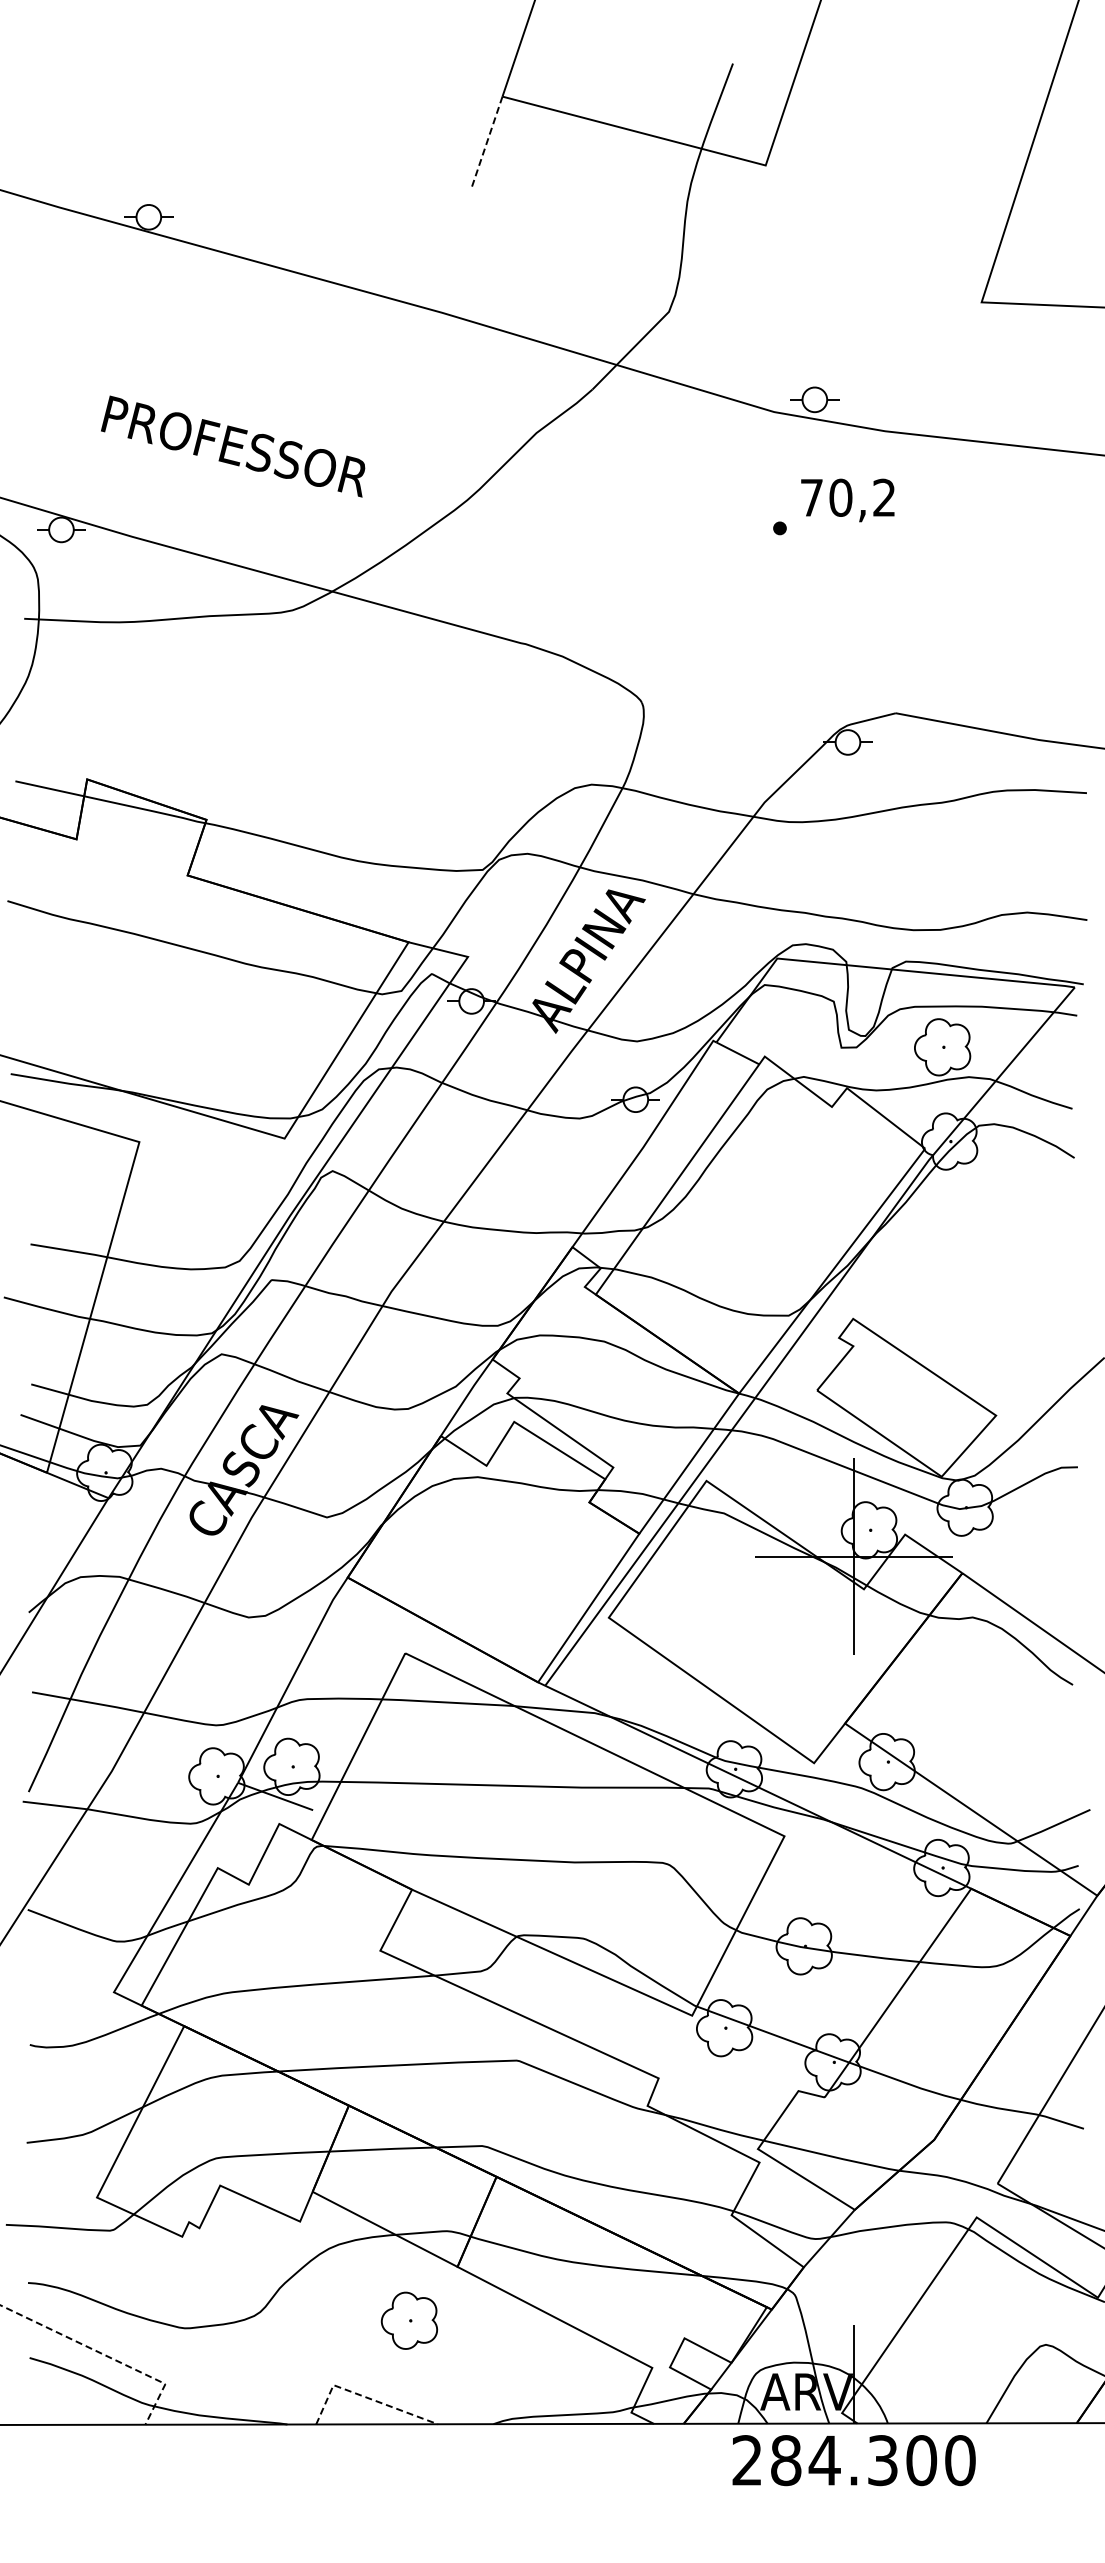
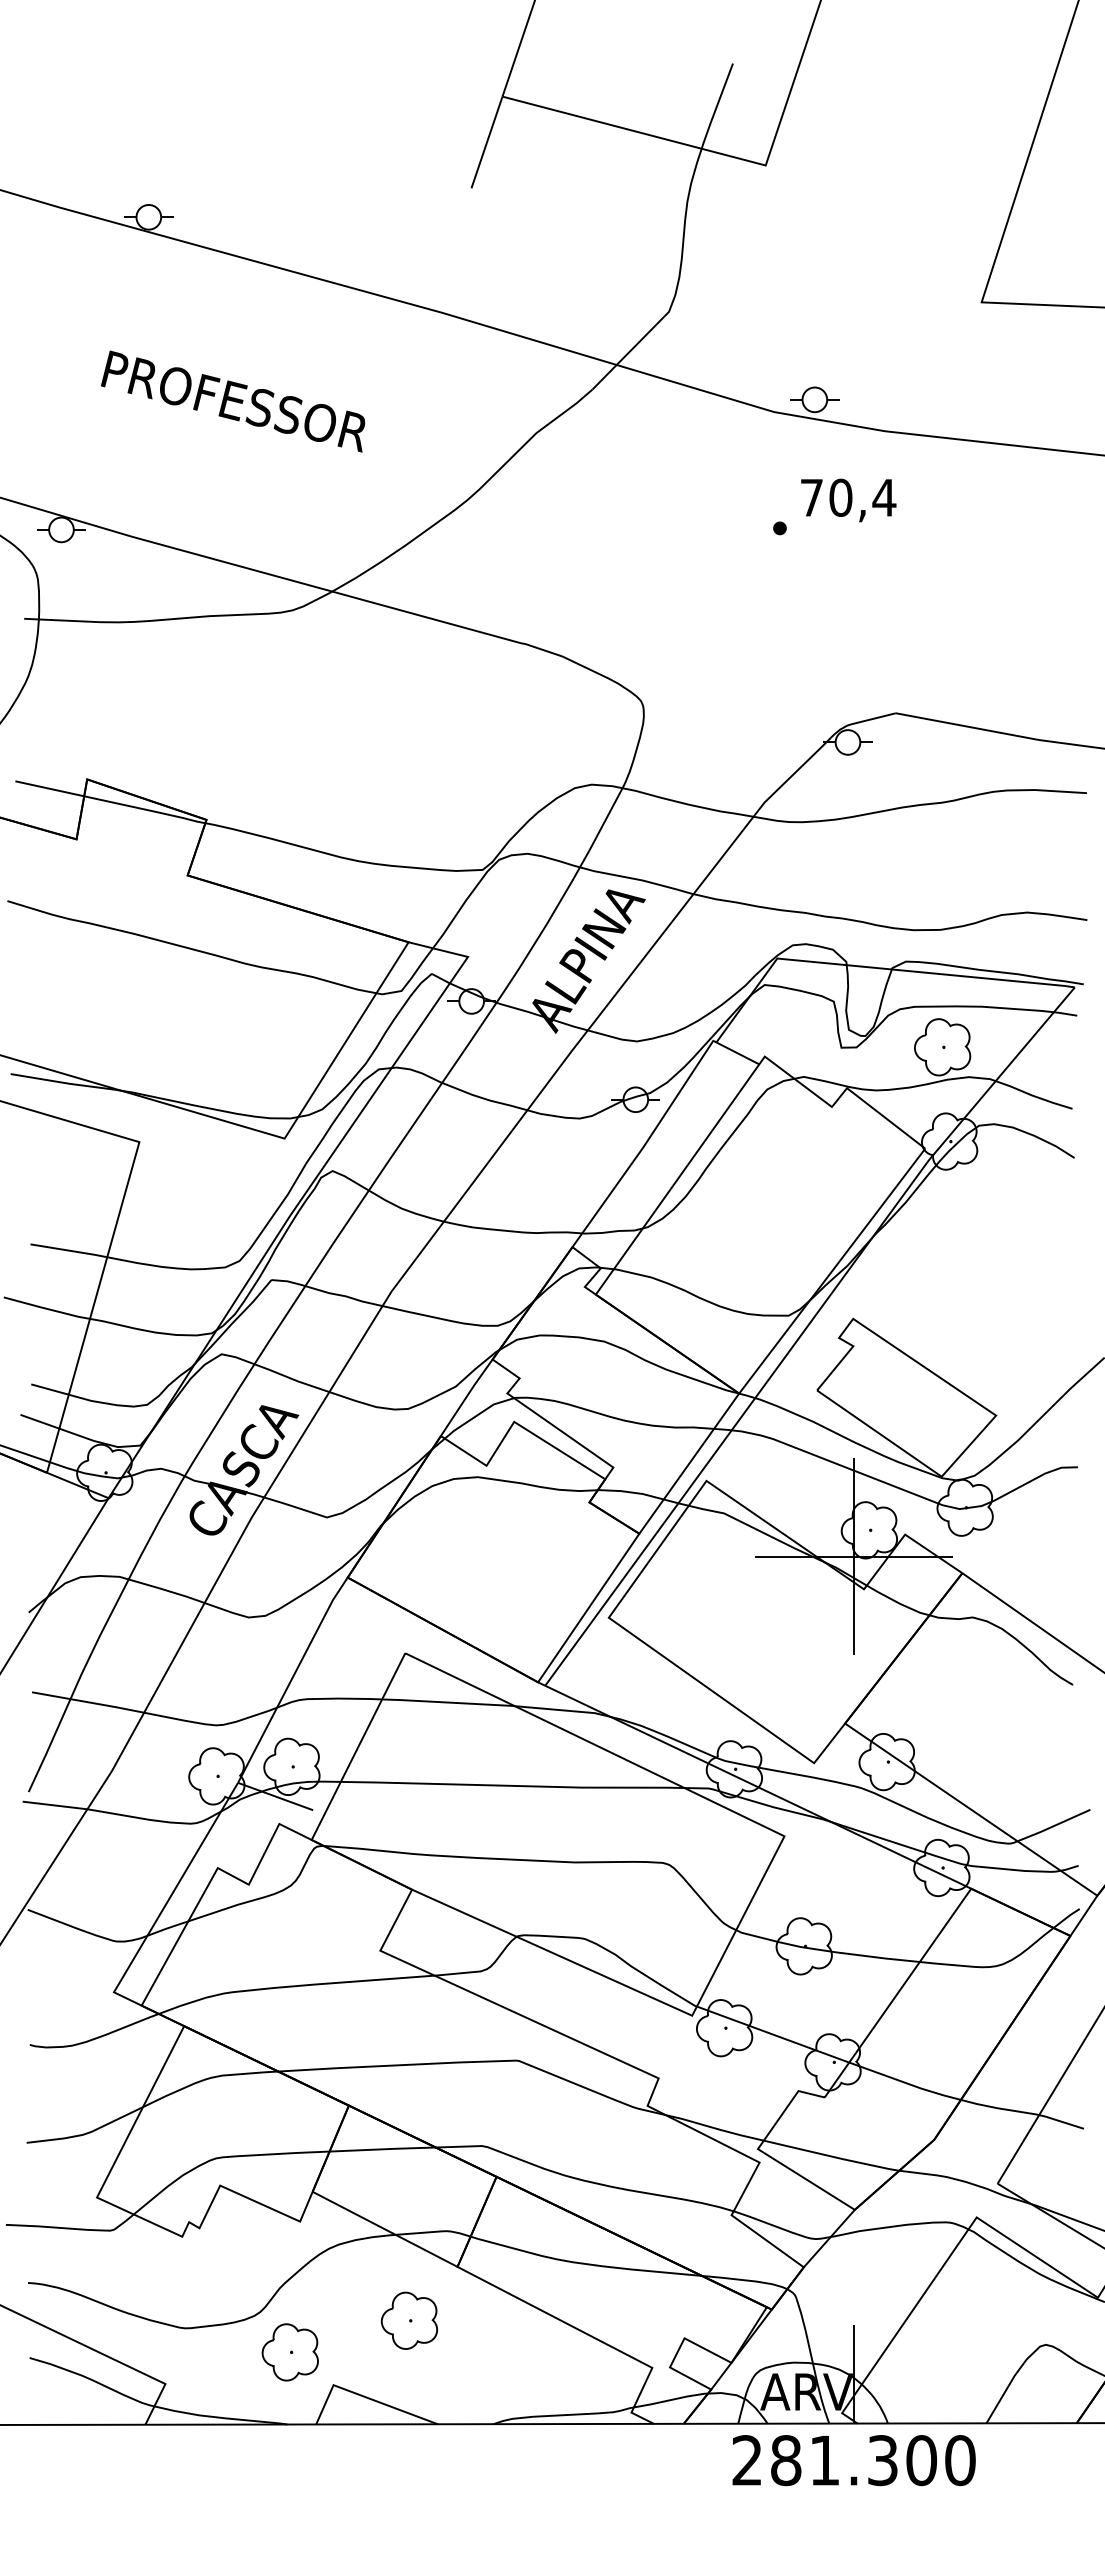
line at (486, 142): dashed -> solid
text at (233, 446) position: (233, 446) -> (233, 401)
text at (884, 497): 70,2 -> 70,4
part at (289, 2352): none -> present
line at (104, 2354): dashed -> solid
line at (365, 2397): dashed -> solid
text at (824, 2460): 284.300 -> 281.300
